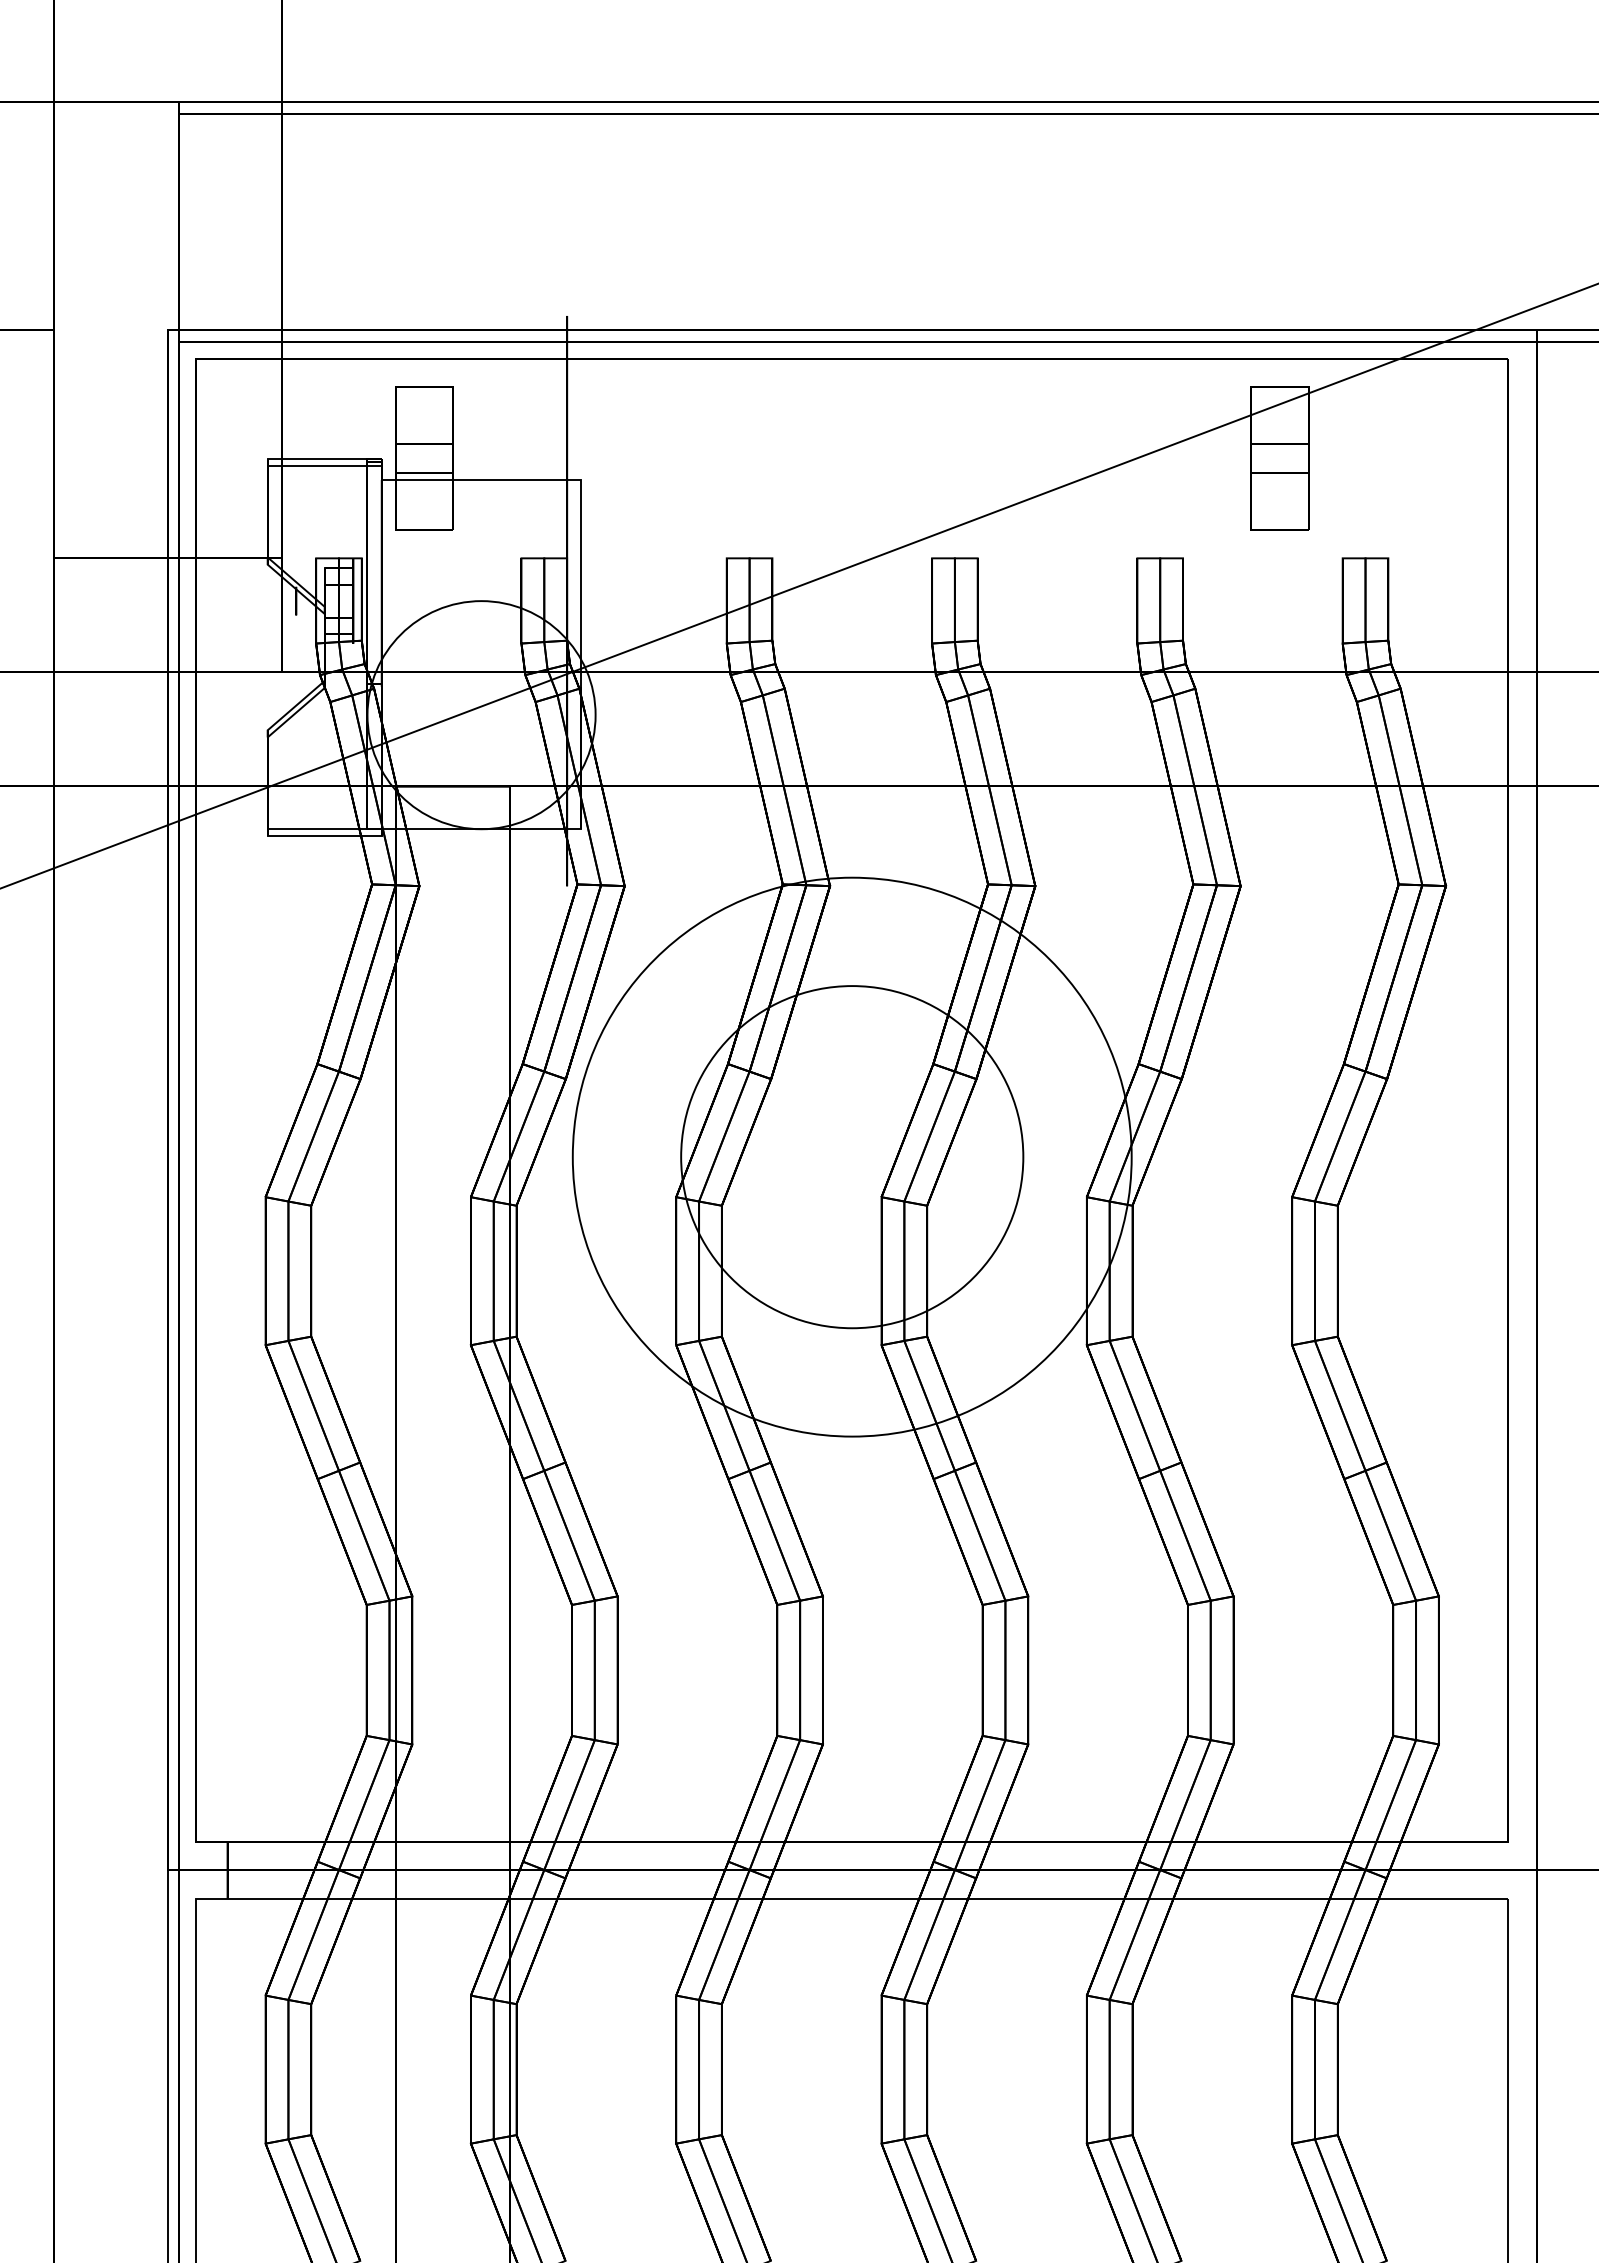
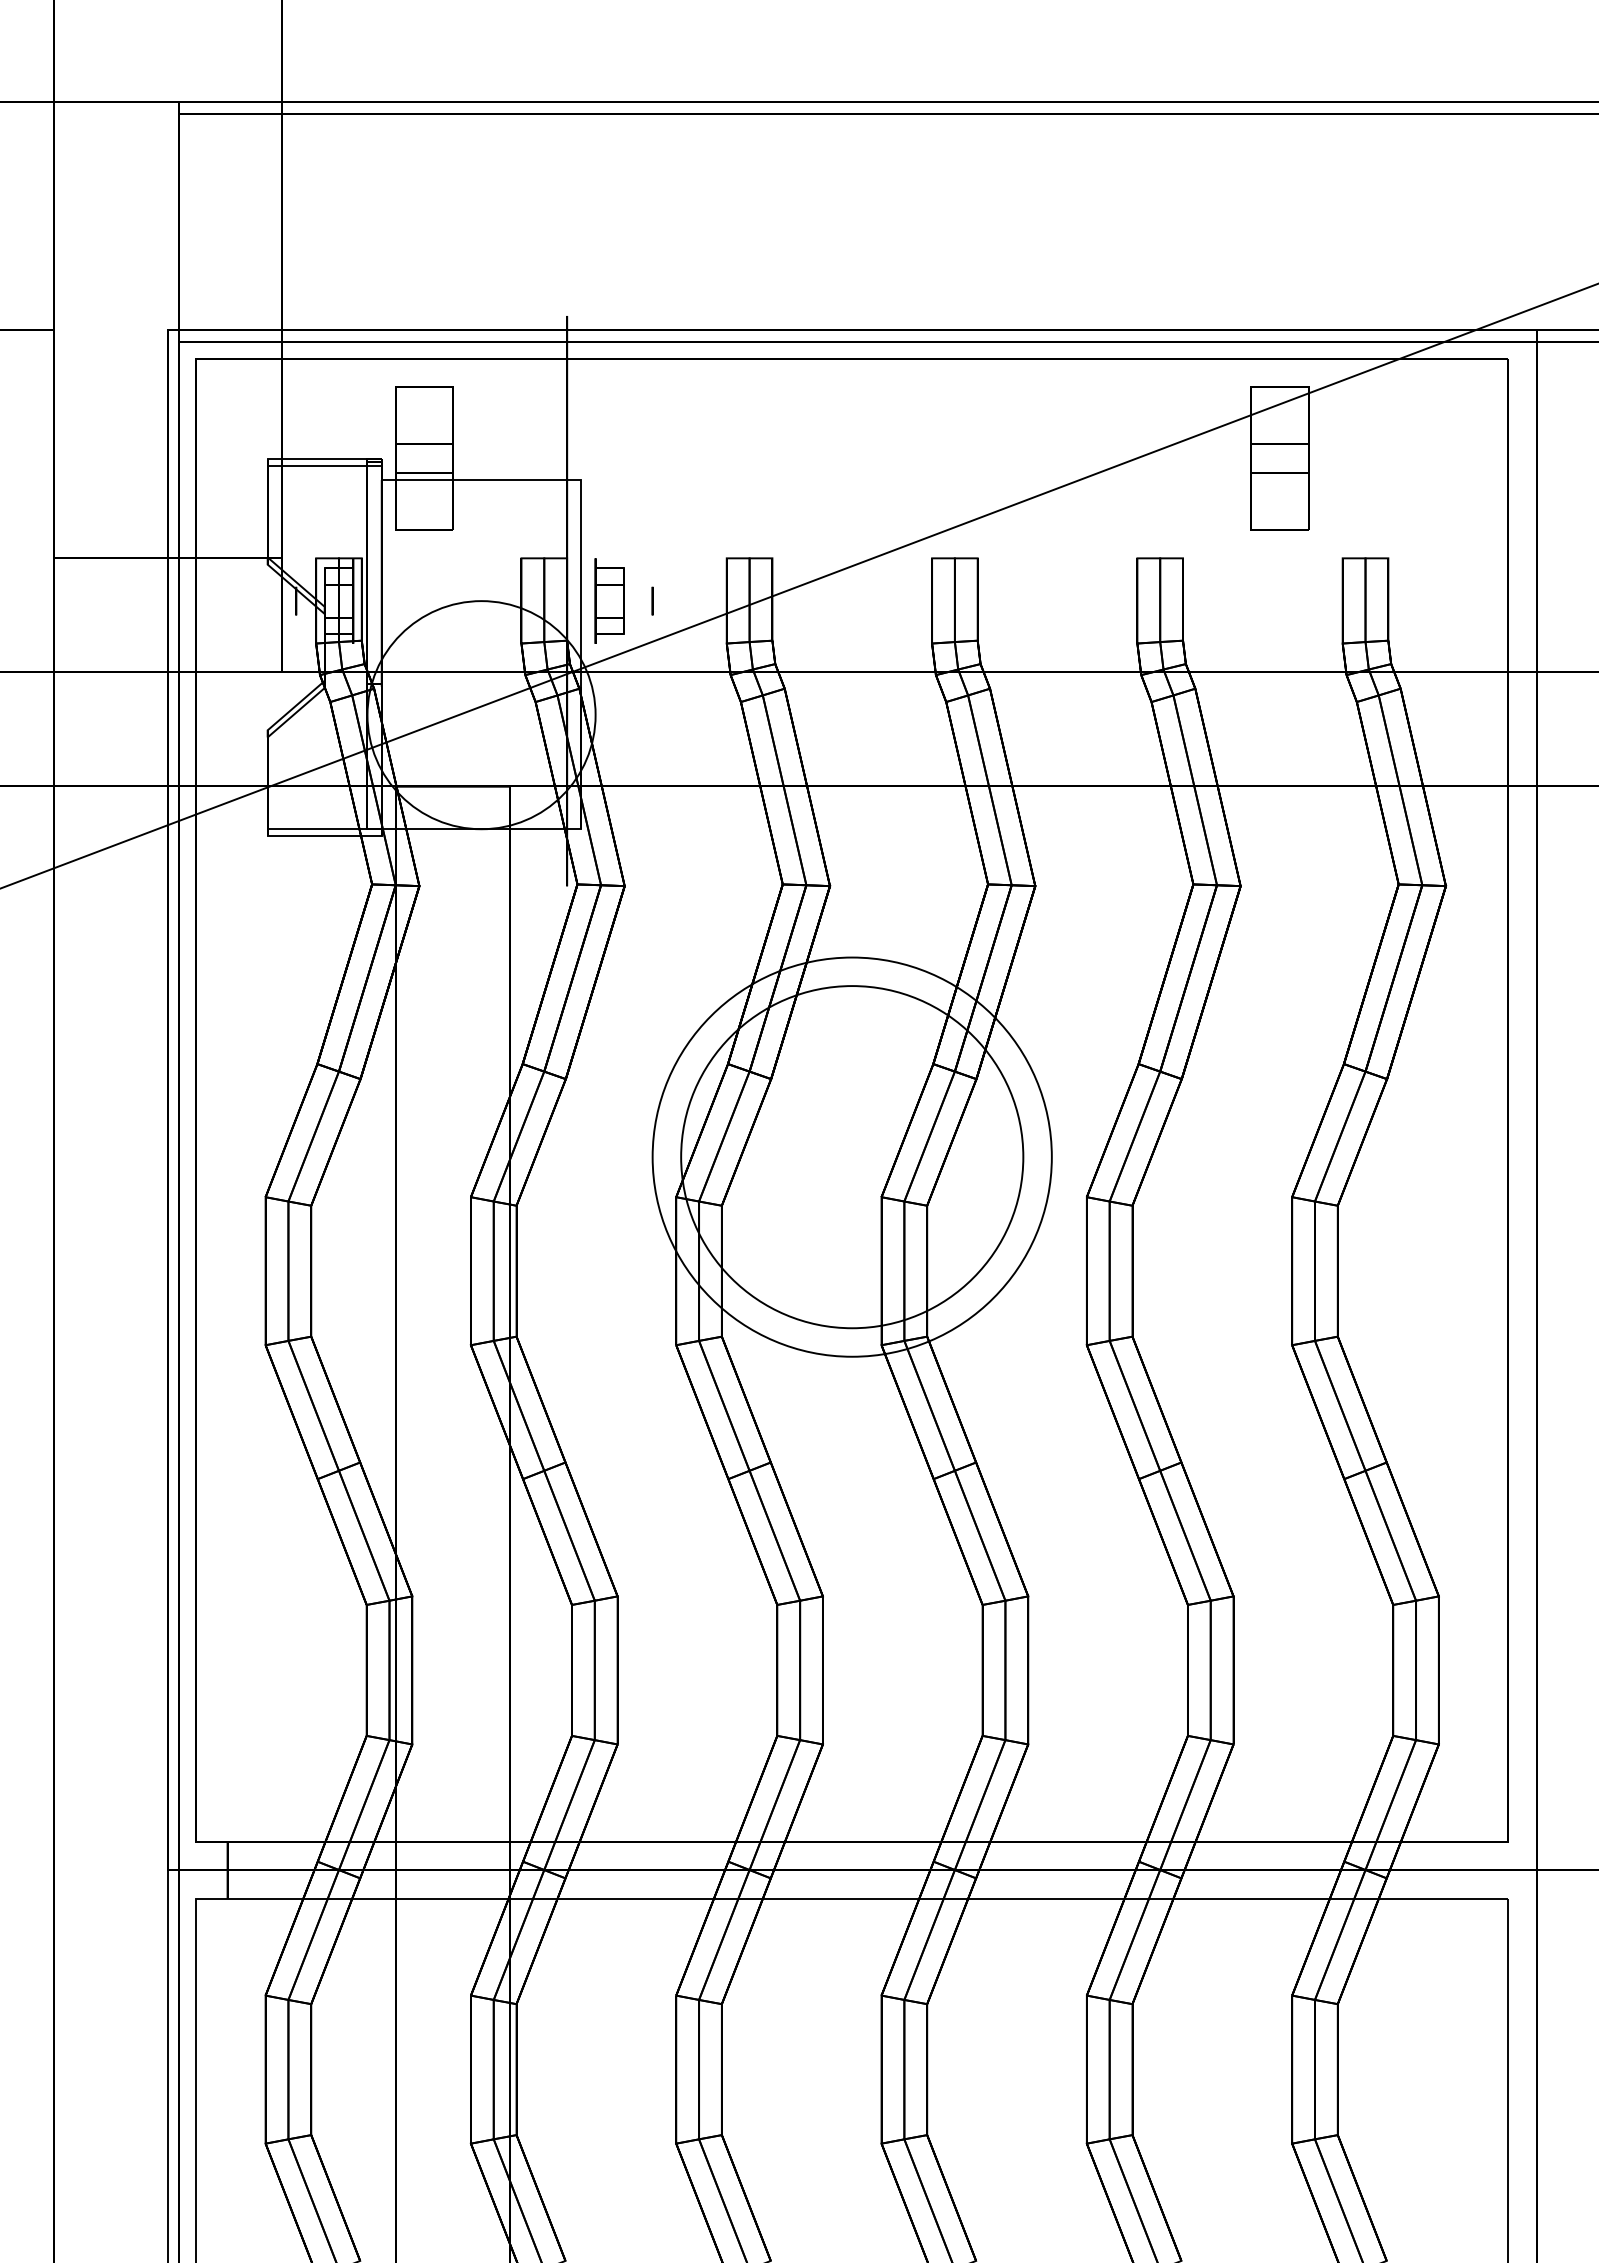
part at (609, 600): none -> present
circle at (652, 600): none -> present
circle at (851, 1156) diameter: 559 px -> 399 px
